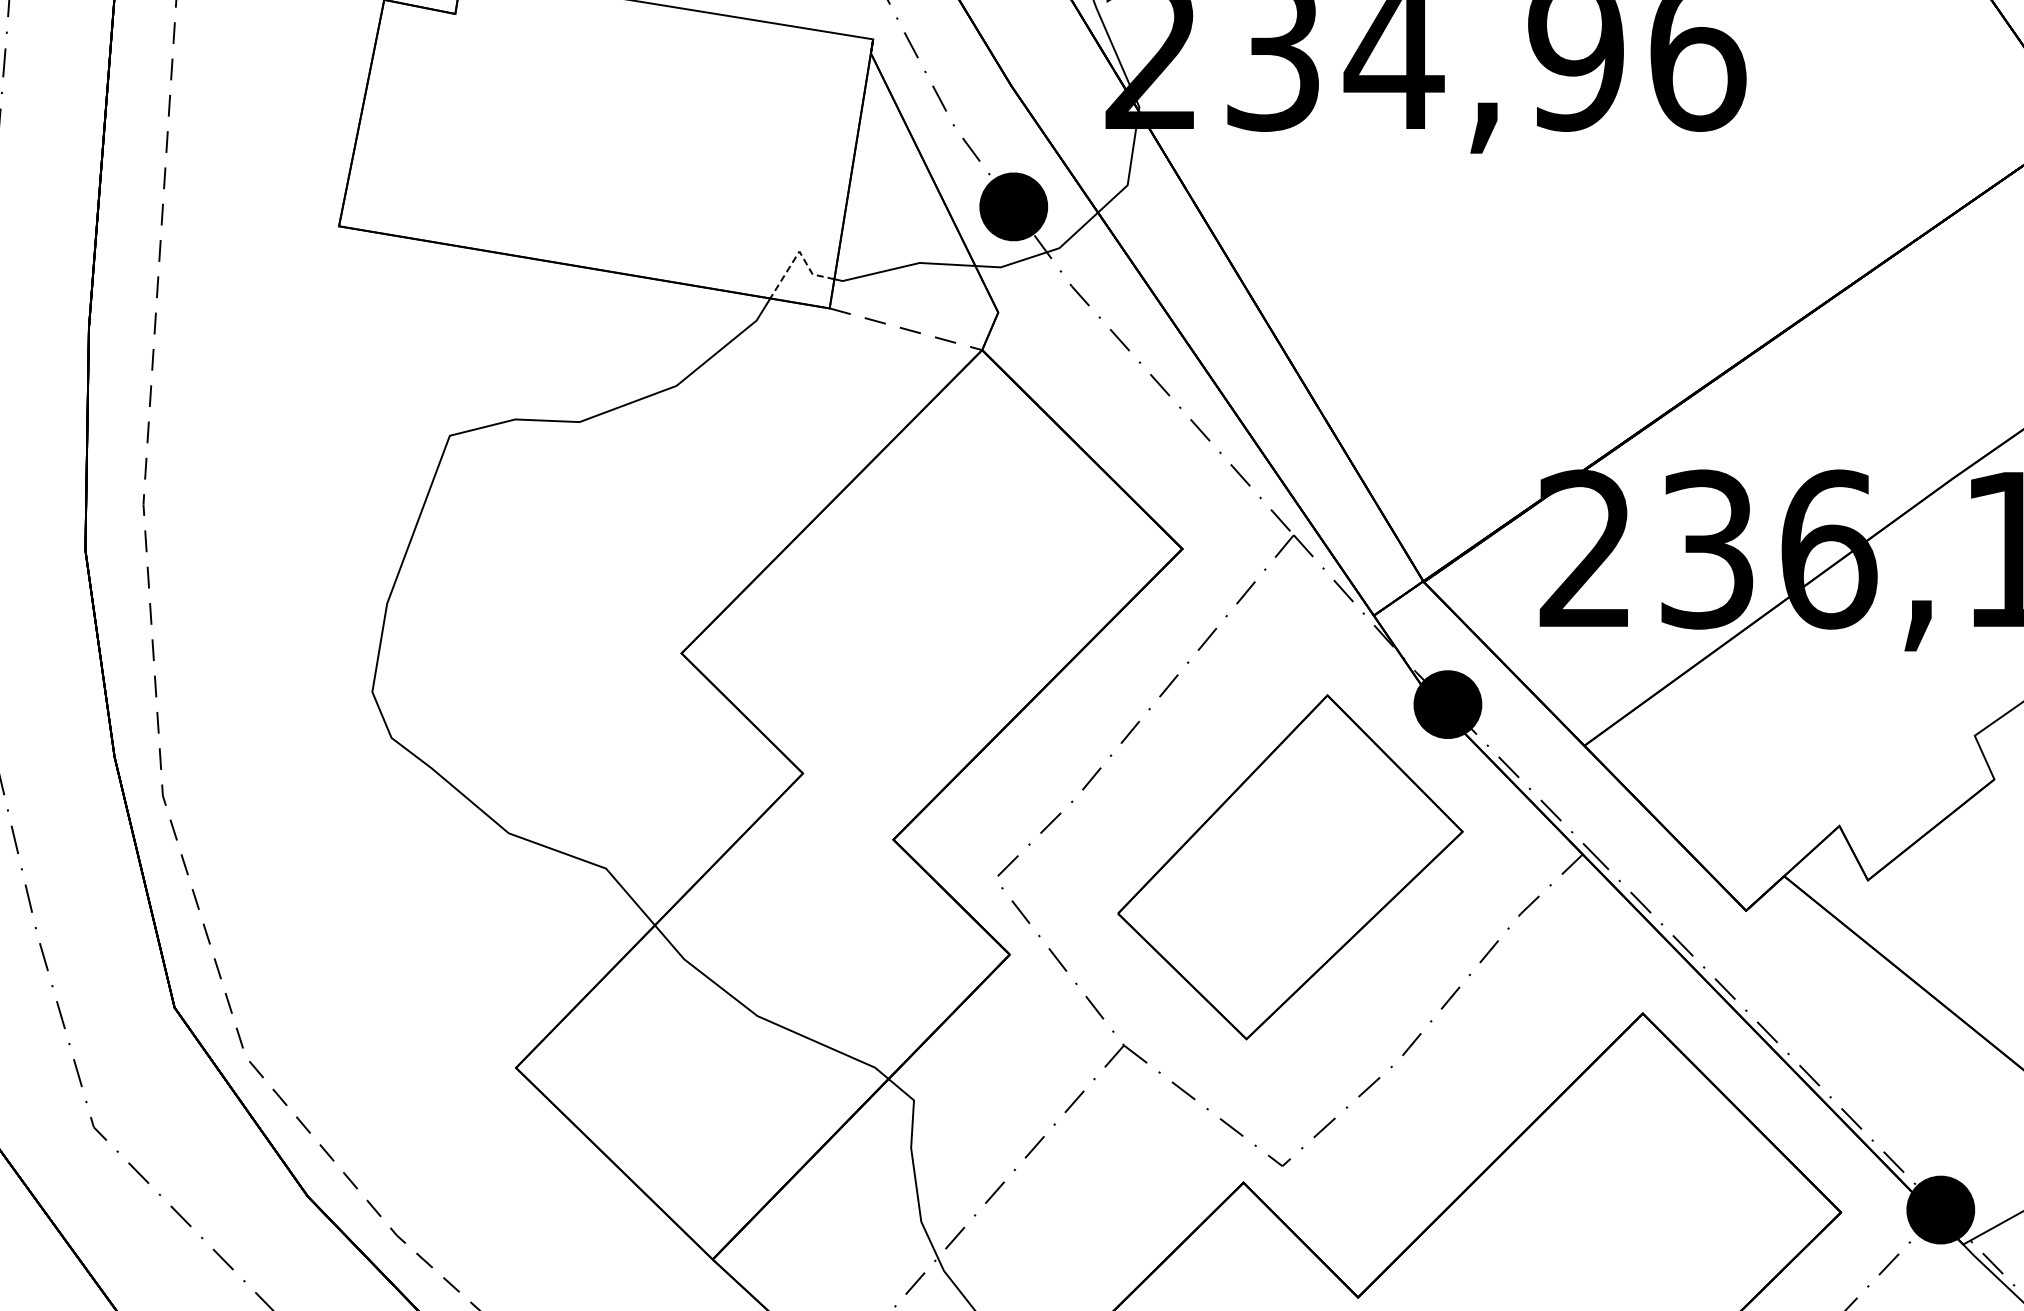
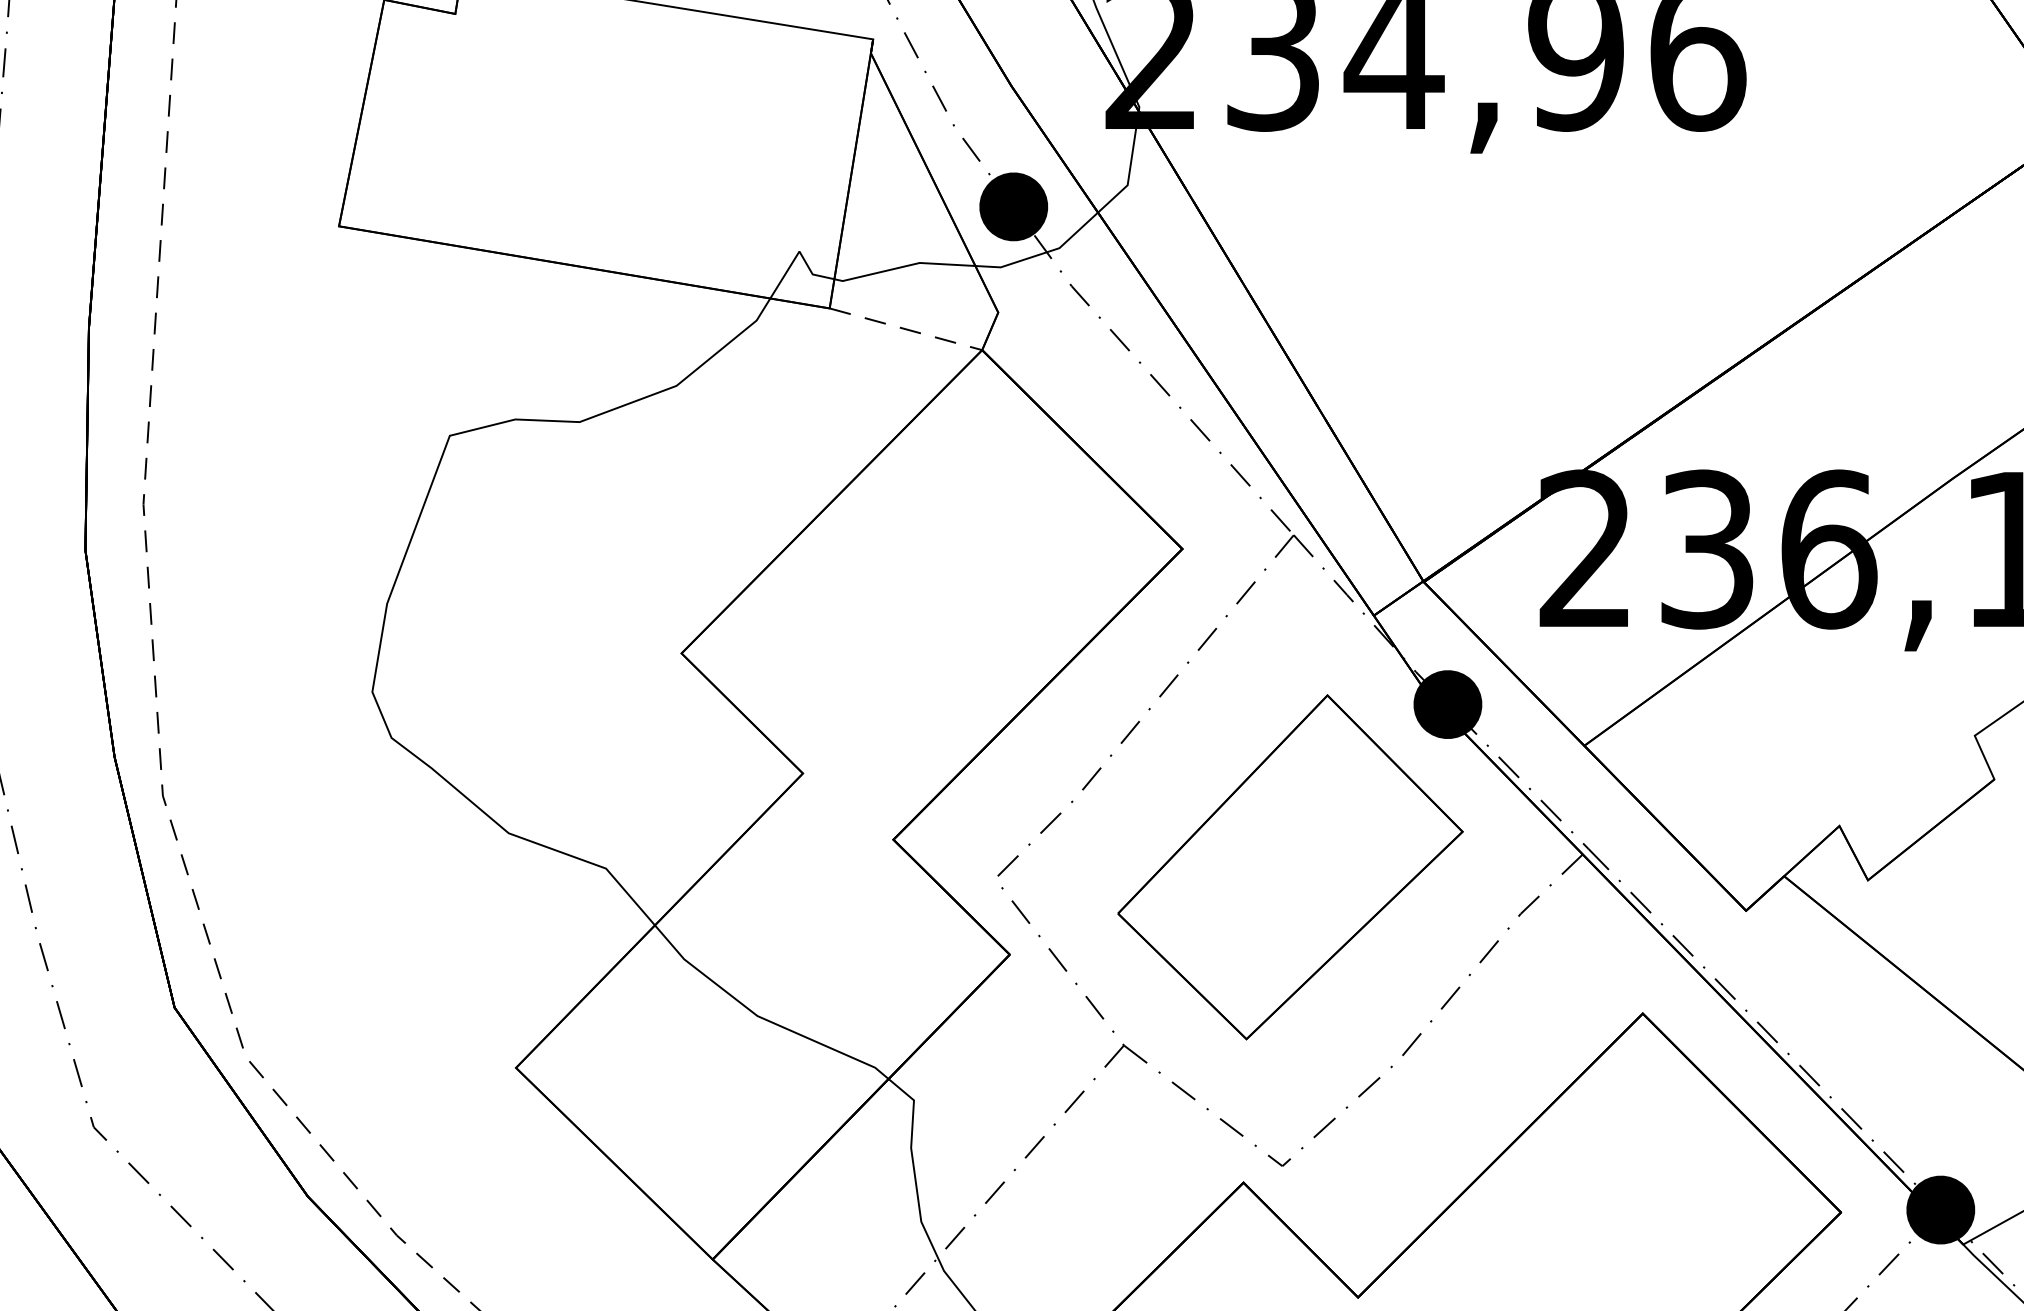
line at (798, 253): dashed -> solid
